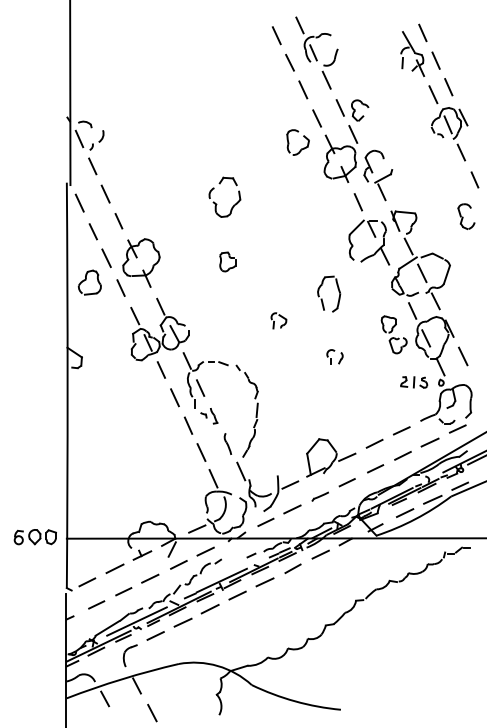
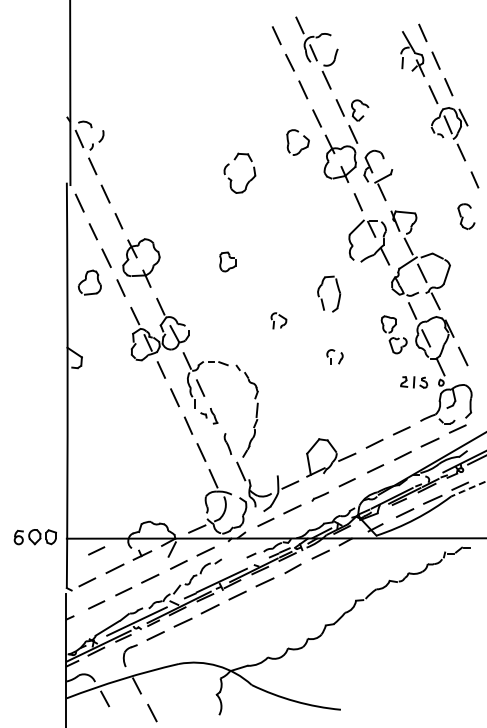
part at (216, 203) position: (216, 203) -> (231, 179)
arc at (468, 489): solid -> dashed
line at (96, 550): none -> present
